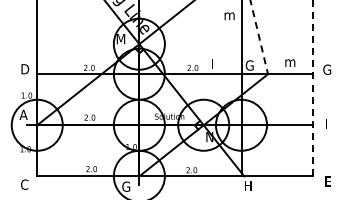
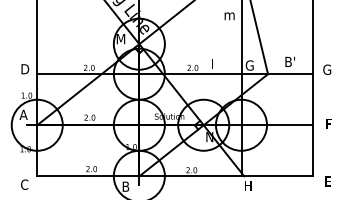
line at (259, 37): dashed -> solid
text at (290, 61): m -> B'
line at (313, 88): dashed -> solid
text at (329, 123): l -> F
text at (126, 186): G -> B
